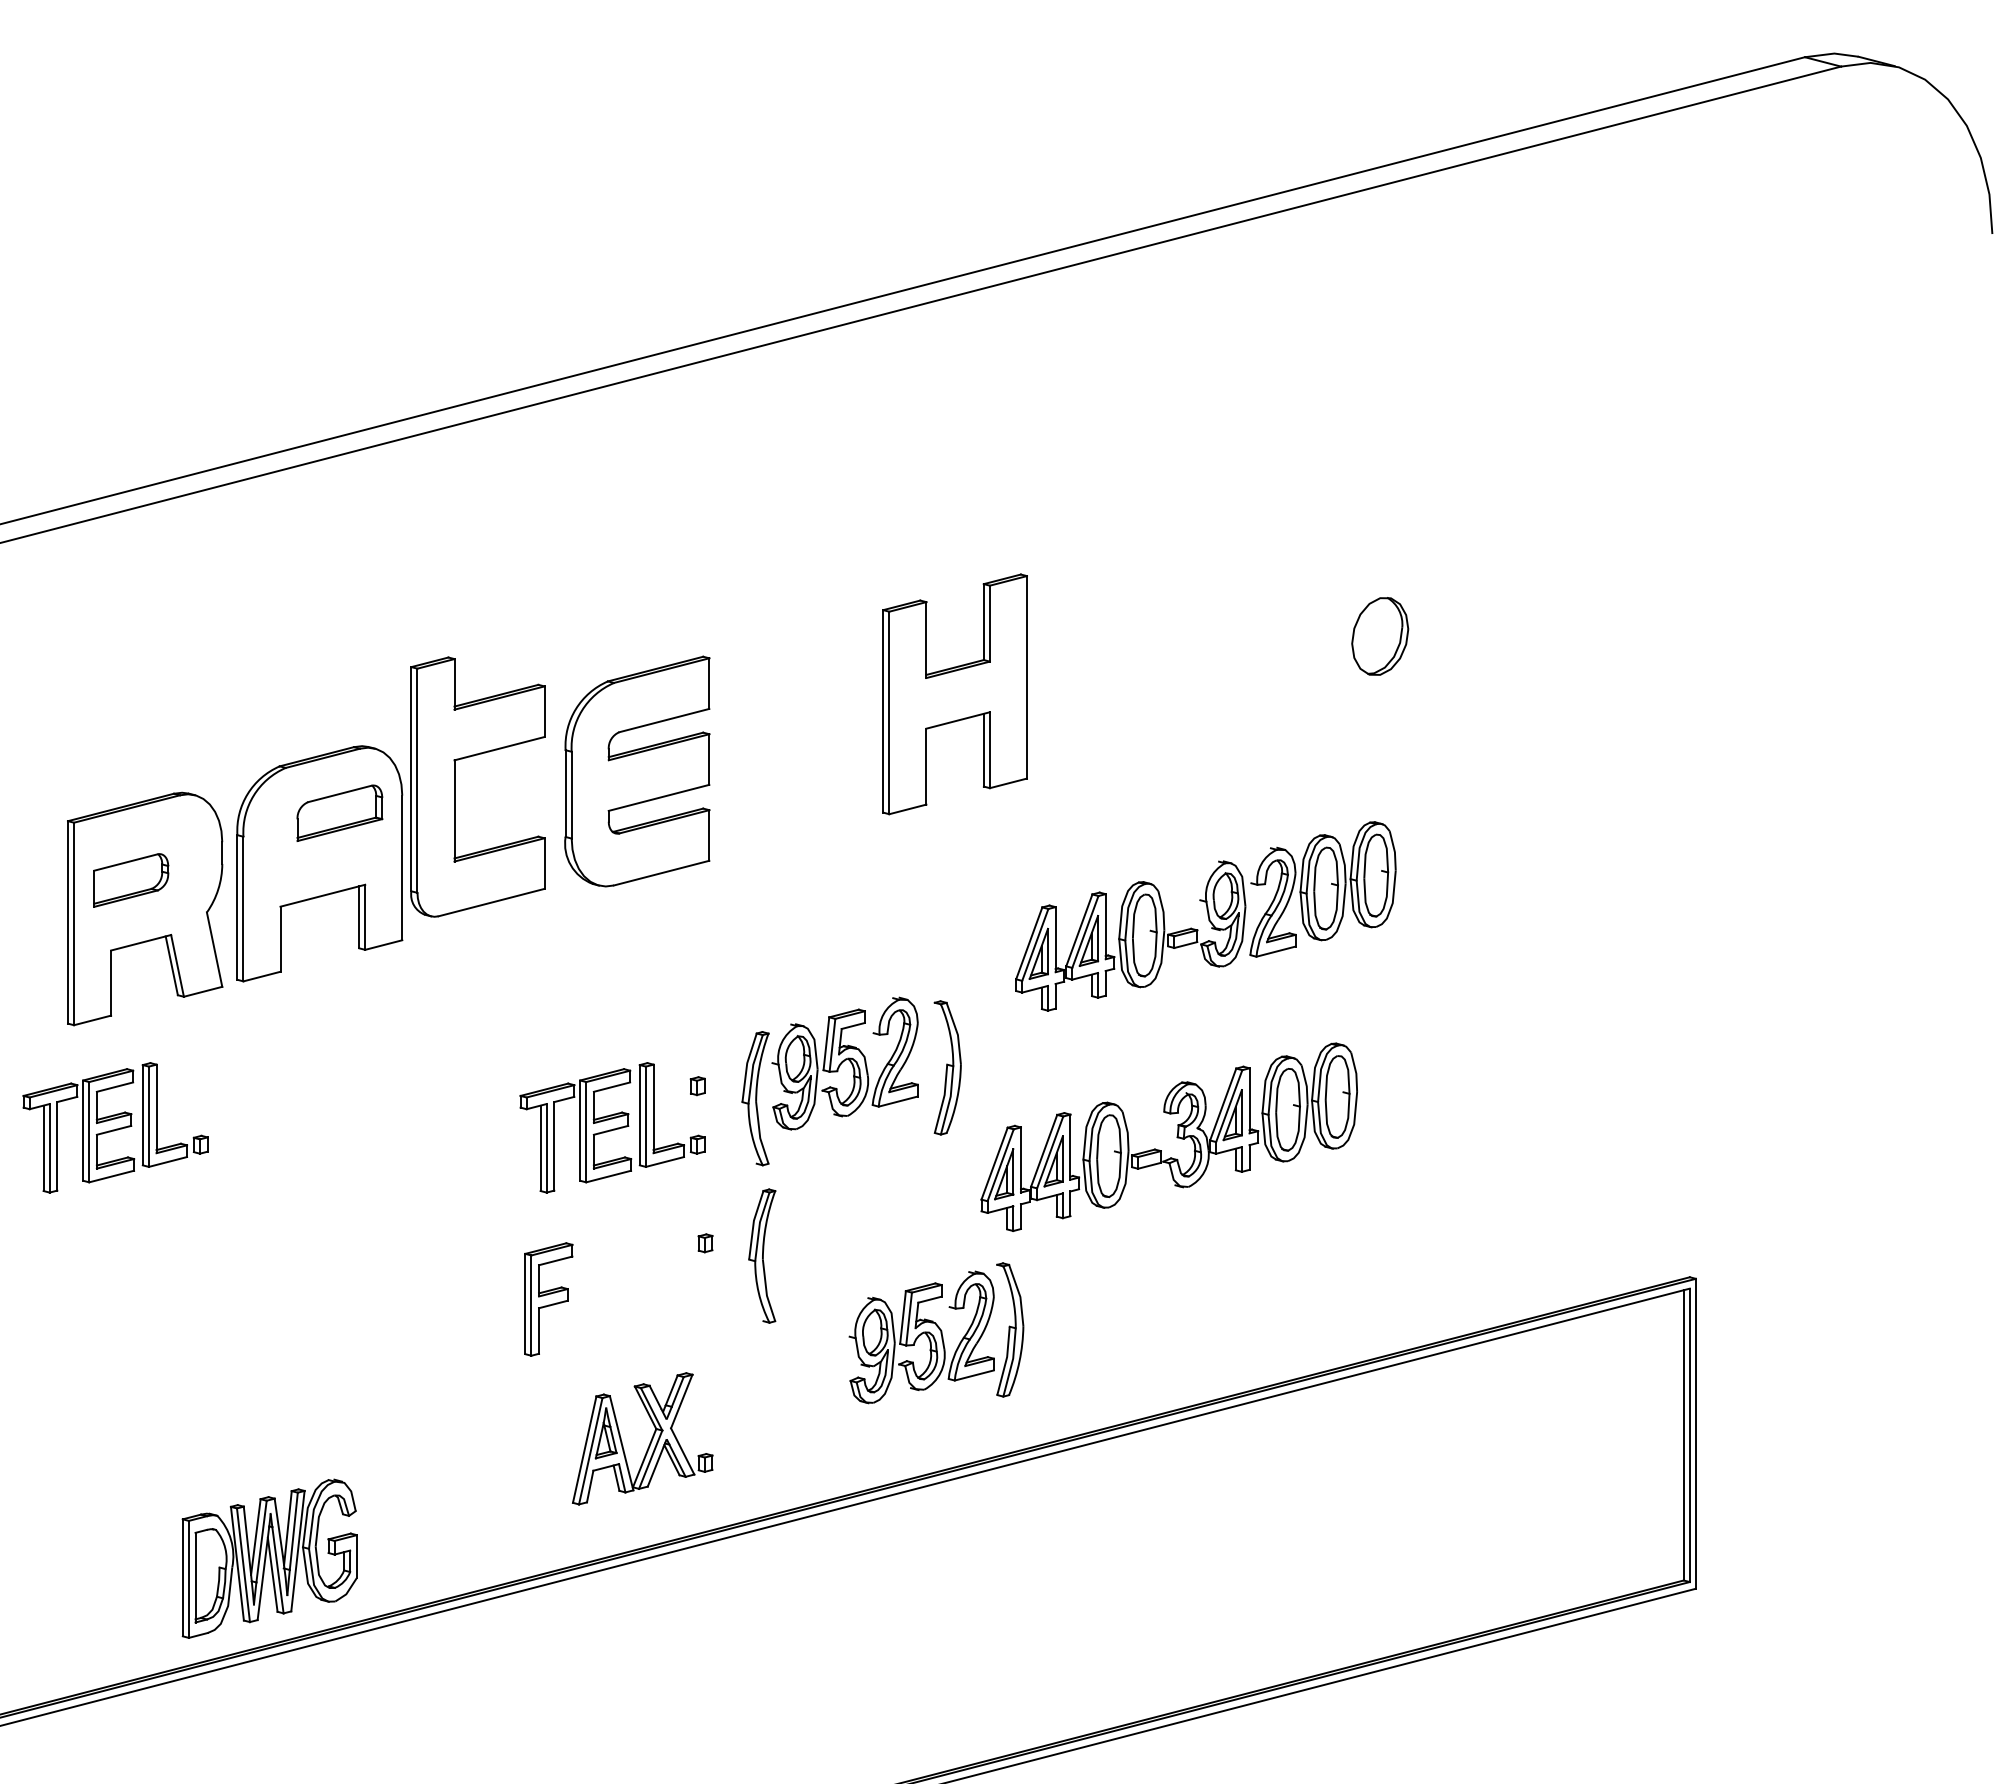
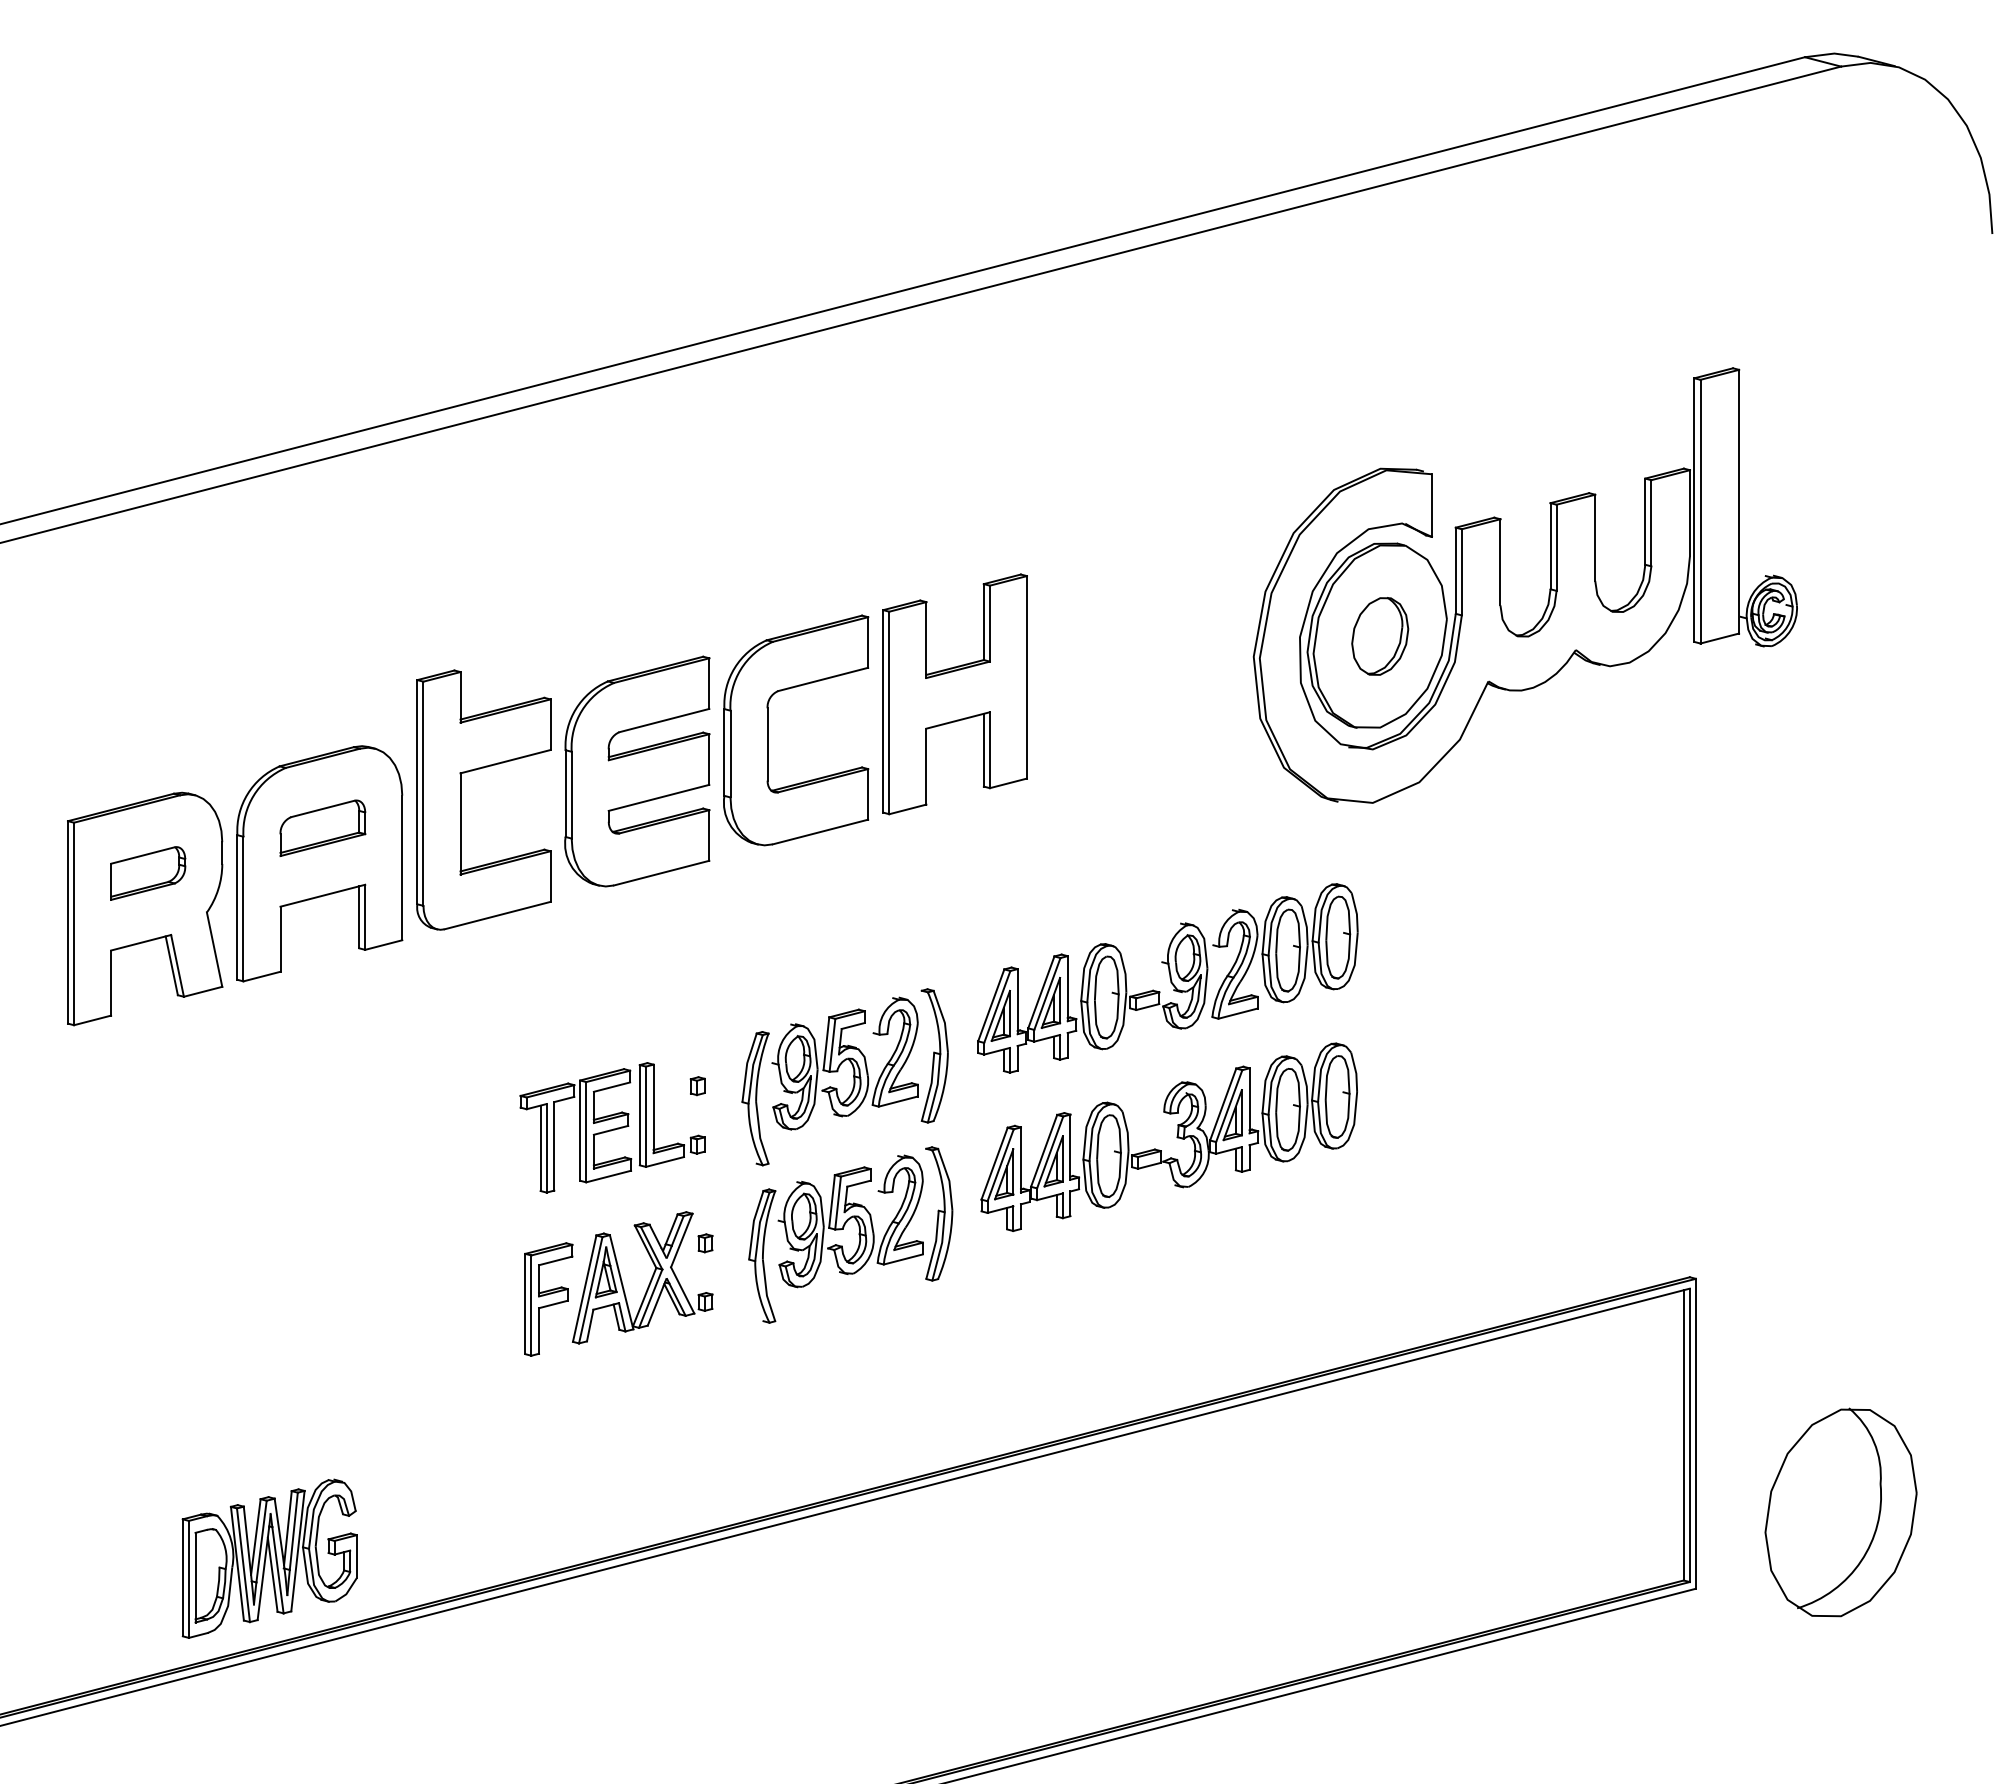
part at (1500, 585): none -> present
part at (768, 730): none -> present
part at (455, 786) position: (455, 786) -> (461, 799)
part at (339, 812) position: (339, 812) -> (322, 827)
part at (131, 880) position: (131, 880) -> (148, 873)
part at (1205, 916) position: (1205, 916) -> (1167, 978)
part at (947, 1067) position: (947, 1067) -> (934, 1055)
part at (115, 1127): present -> none
part at (936, 1333) position: (936, 1333) -> (865, 1217)
part at (649, 1442) position: (649, 1442) -> (649, 1281)
part at (1840, 1512): none -> present
